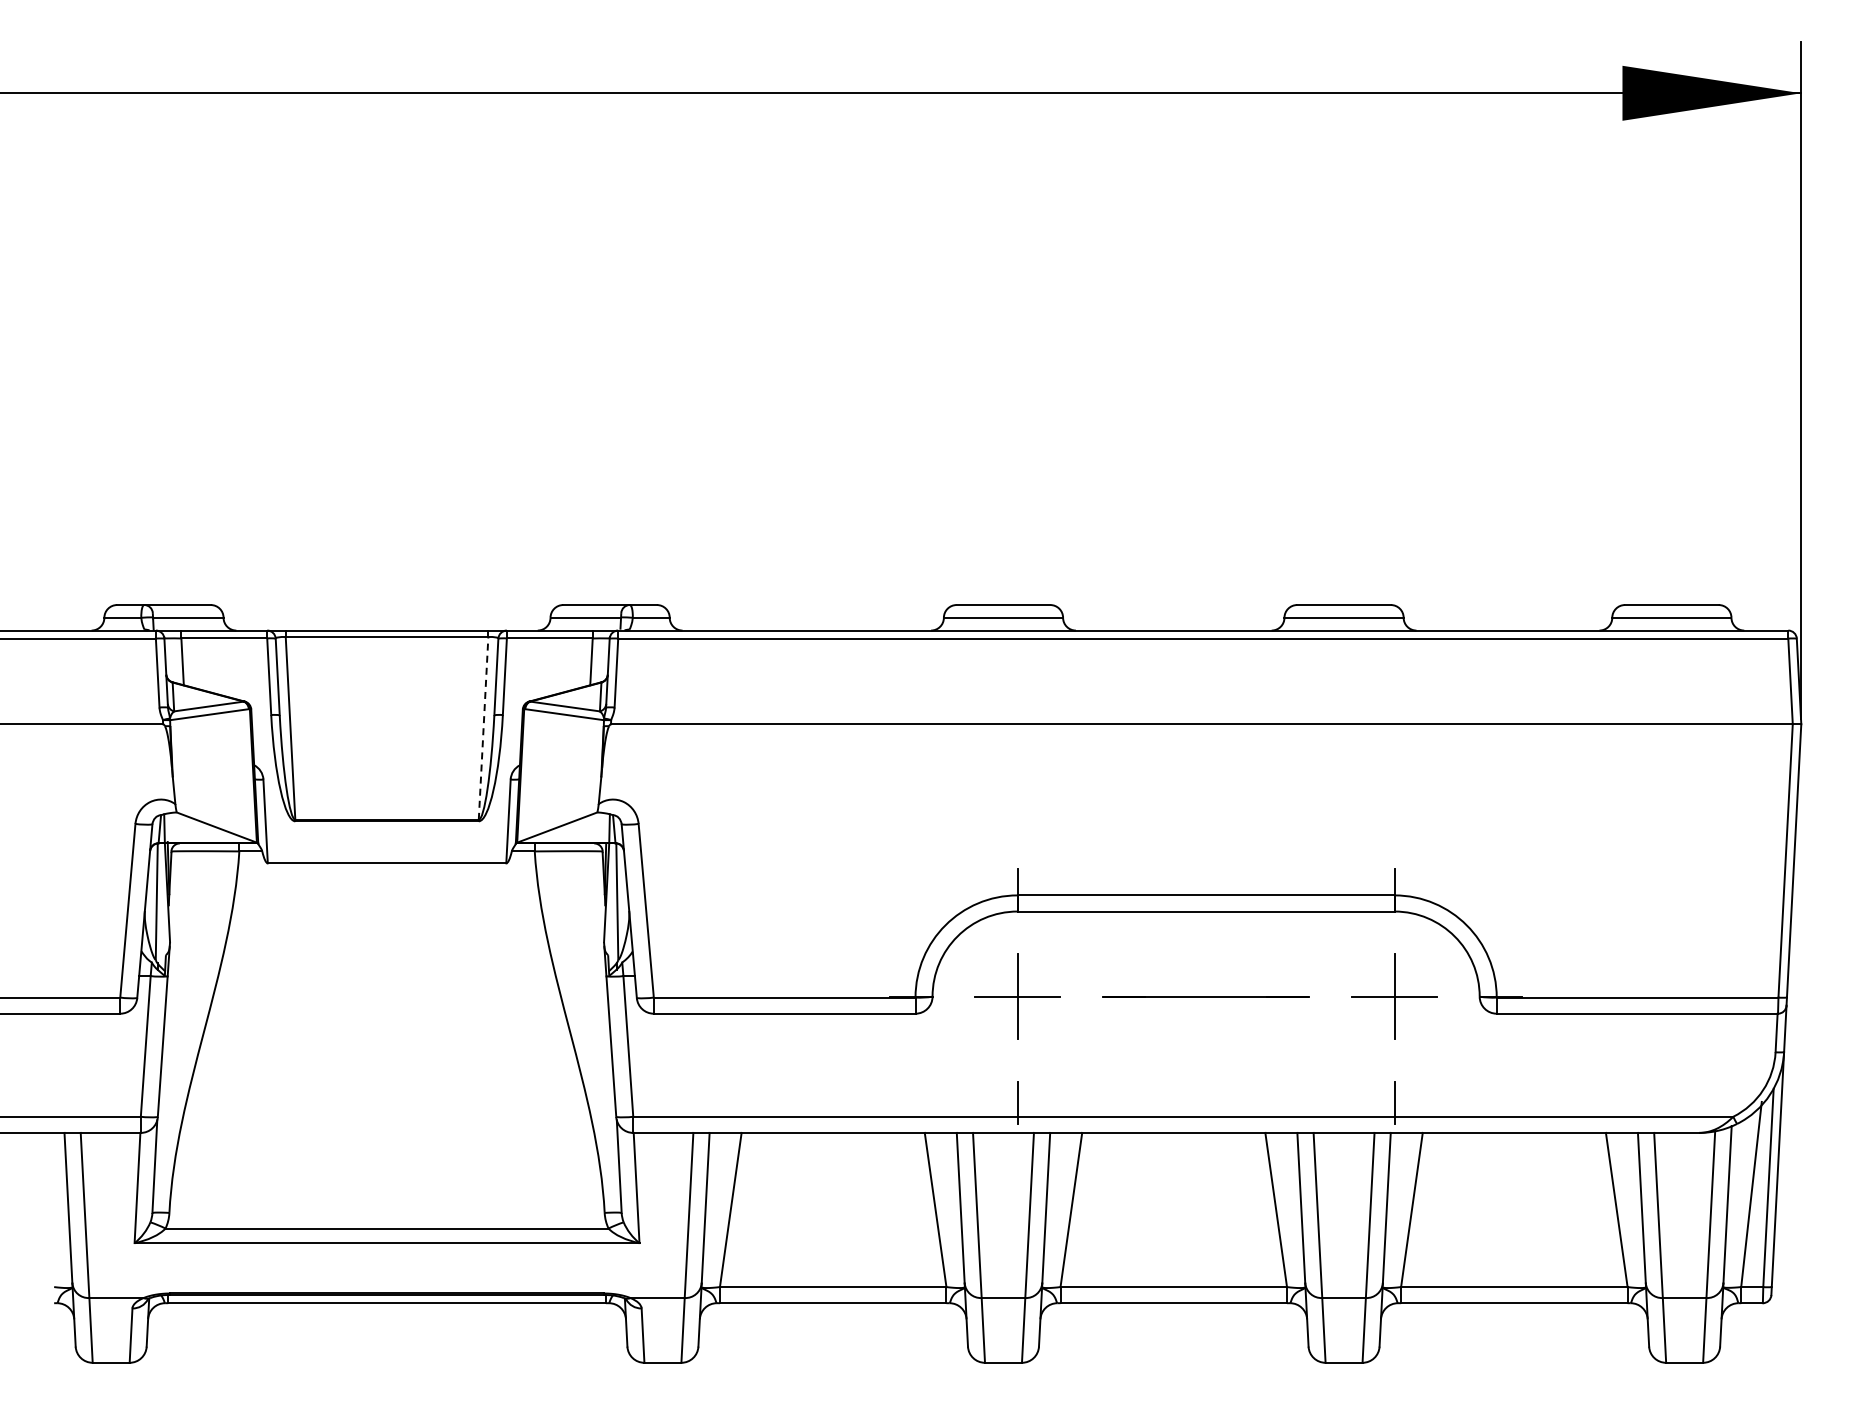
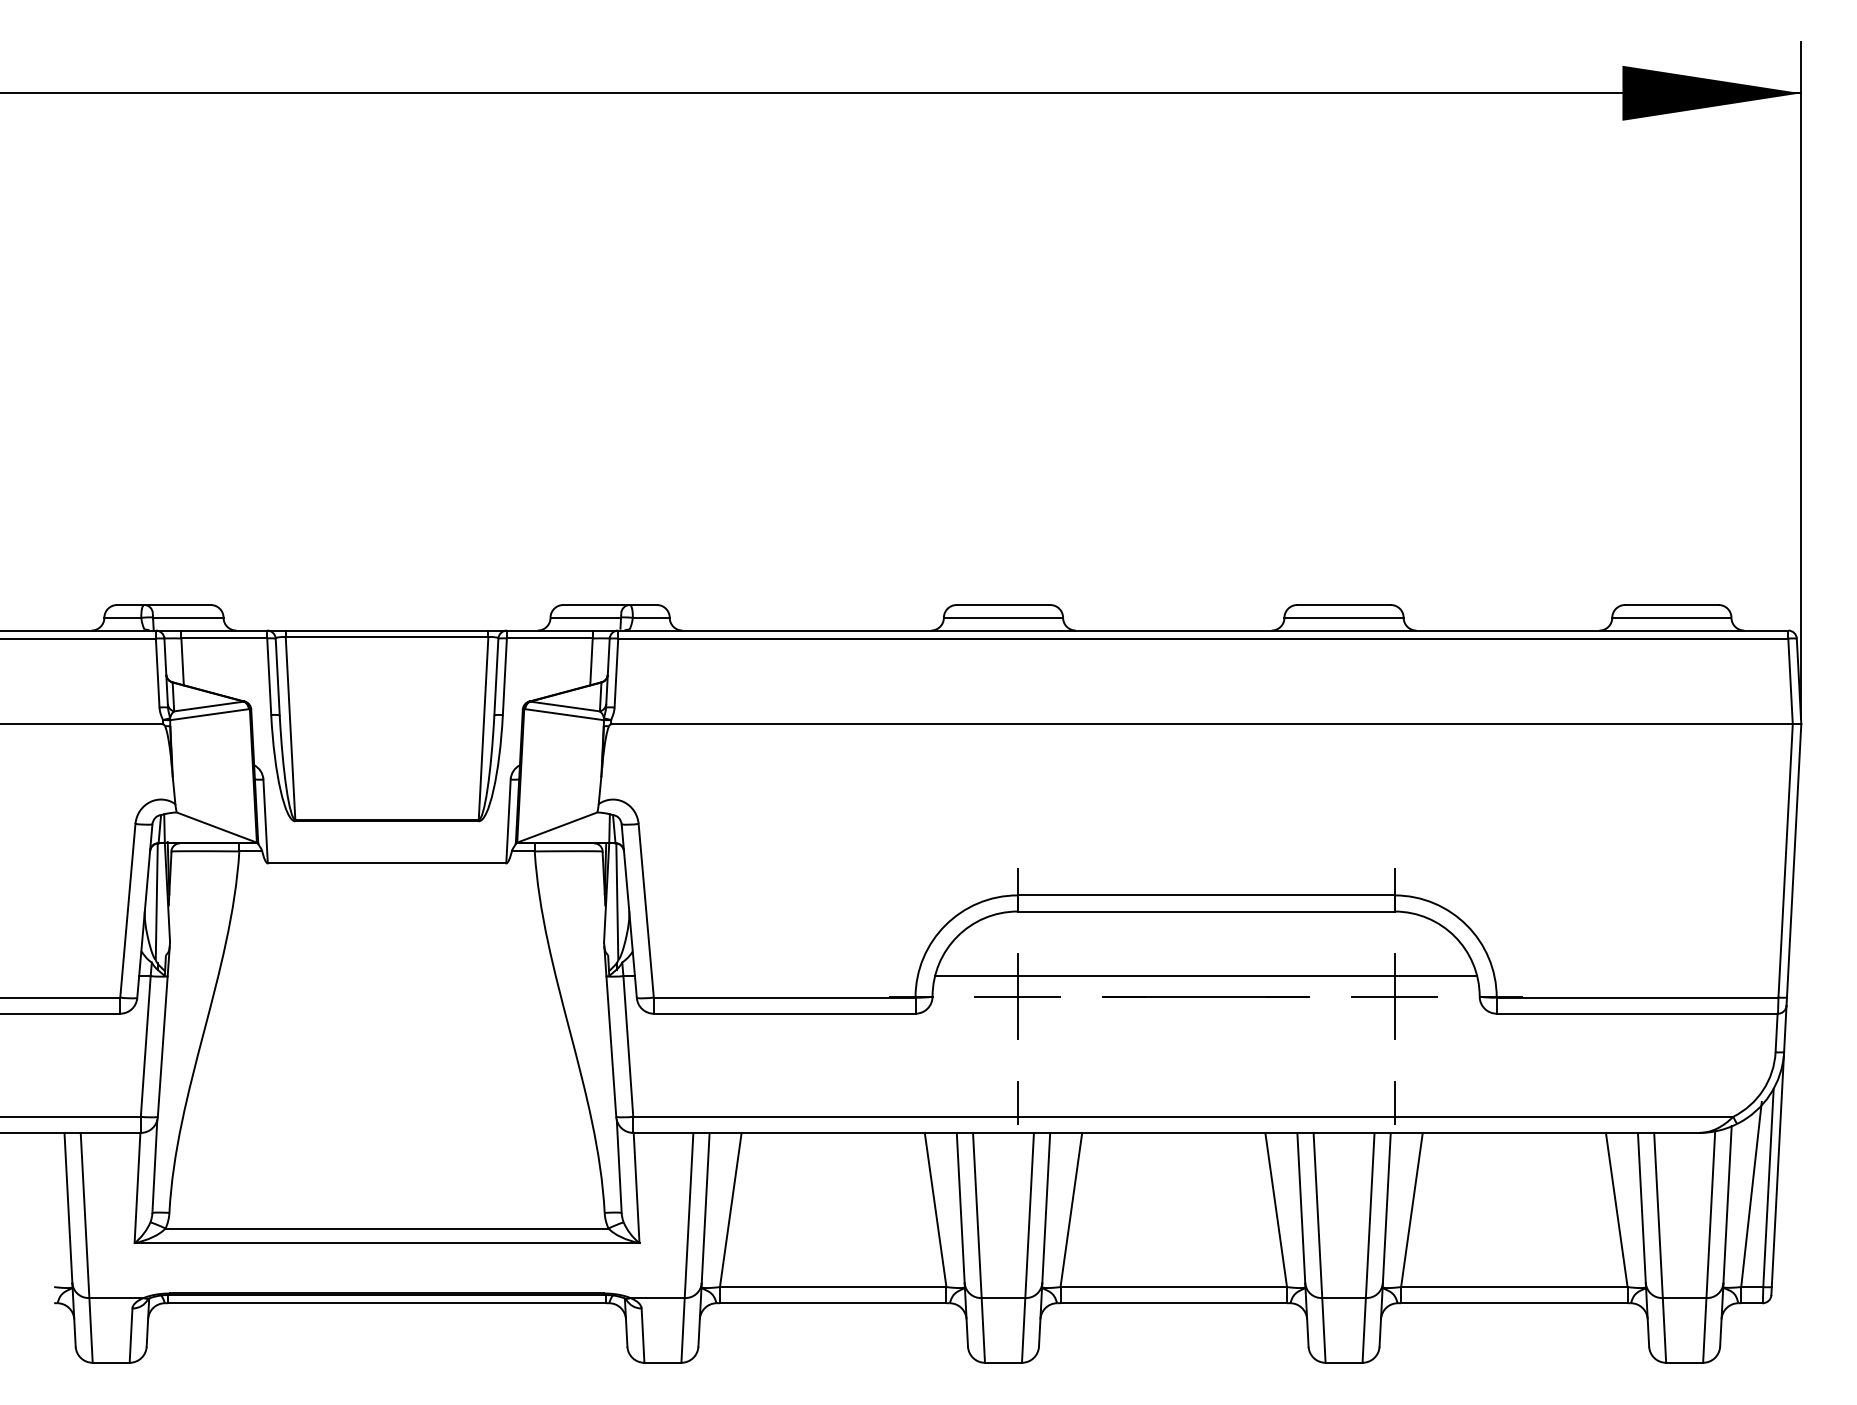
line at (483, 728): dashed -> solid
line at (1206, 976): none -> present
